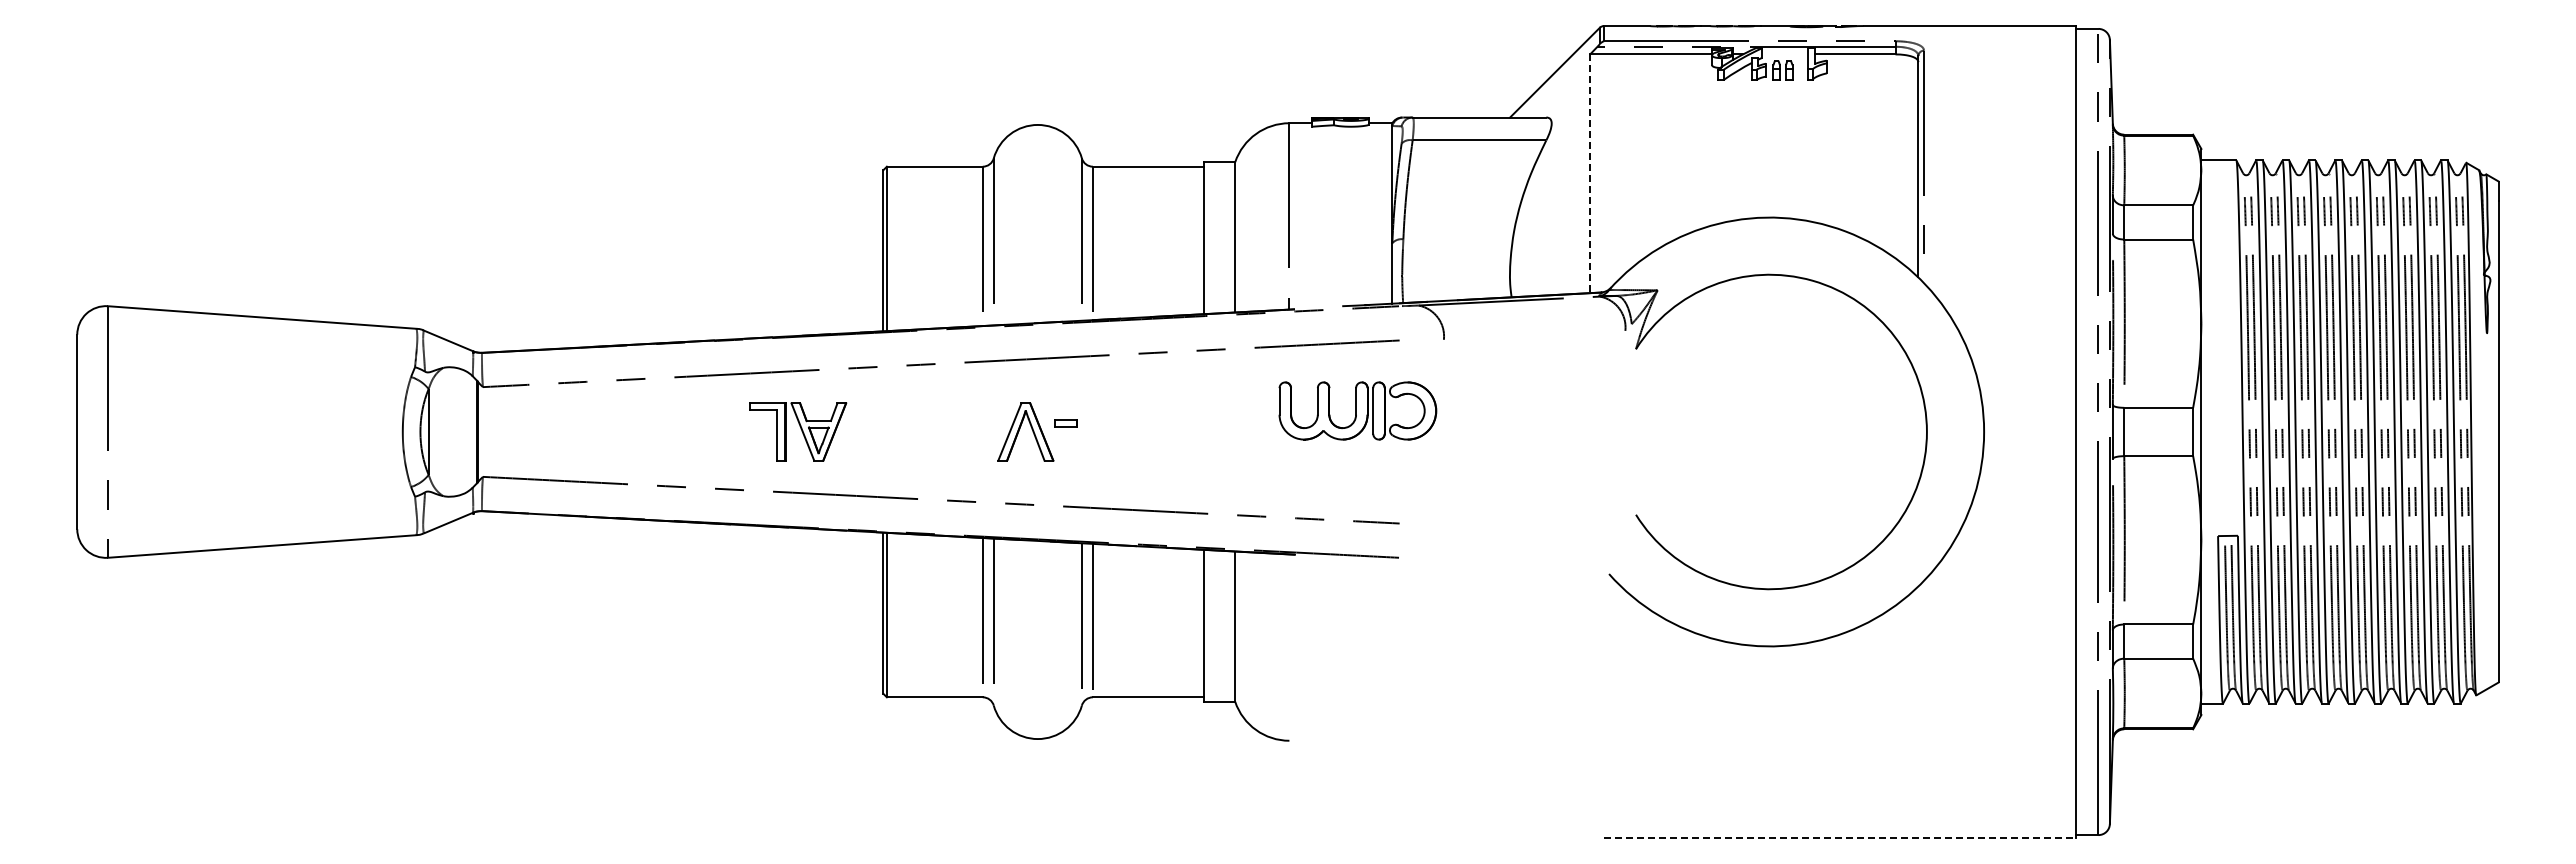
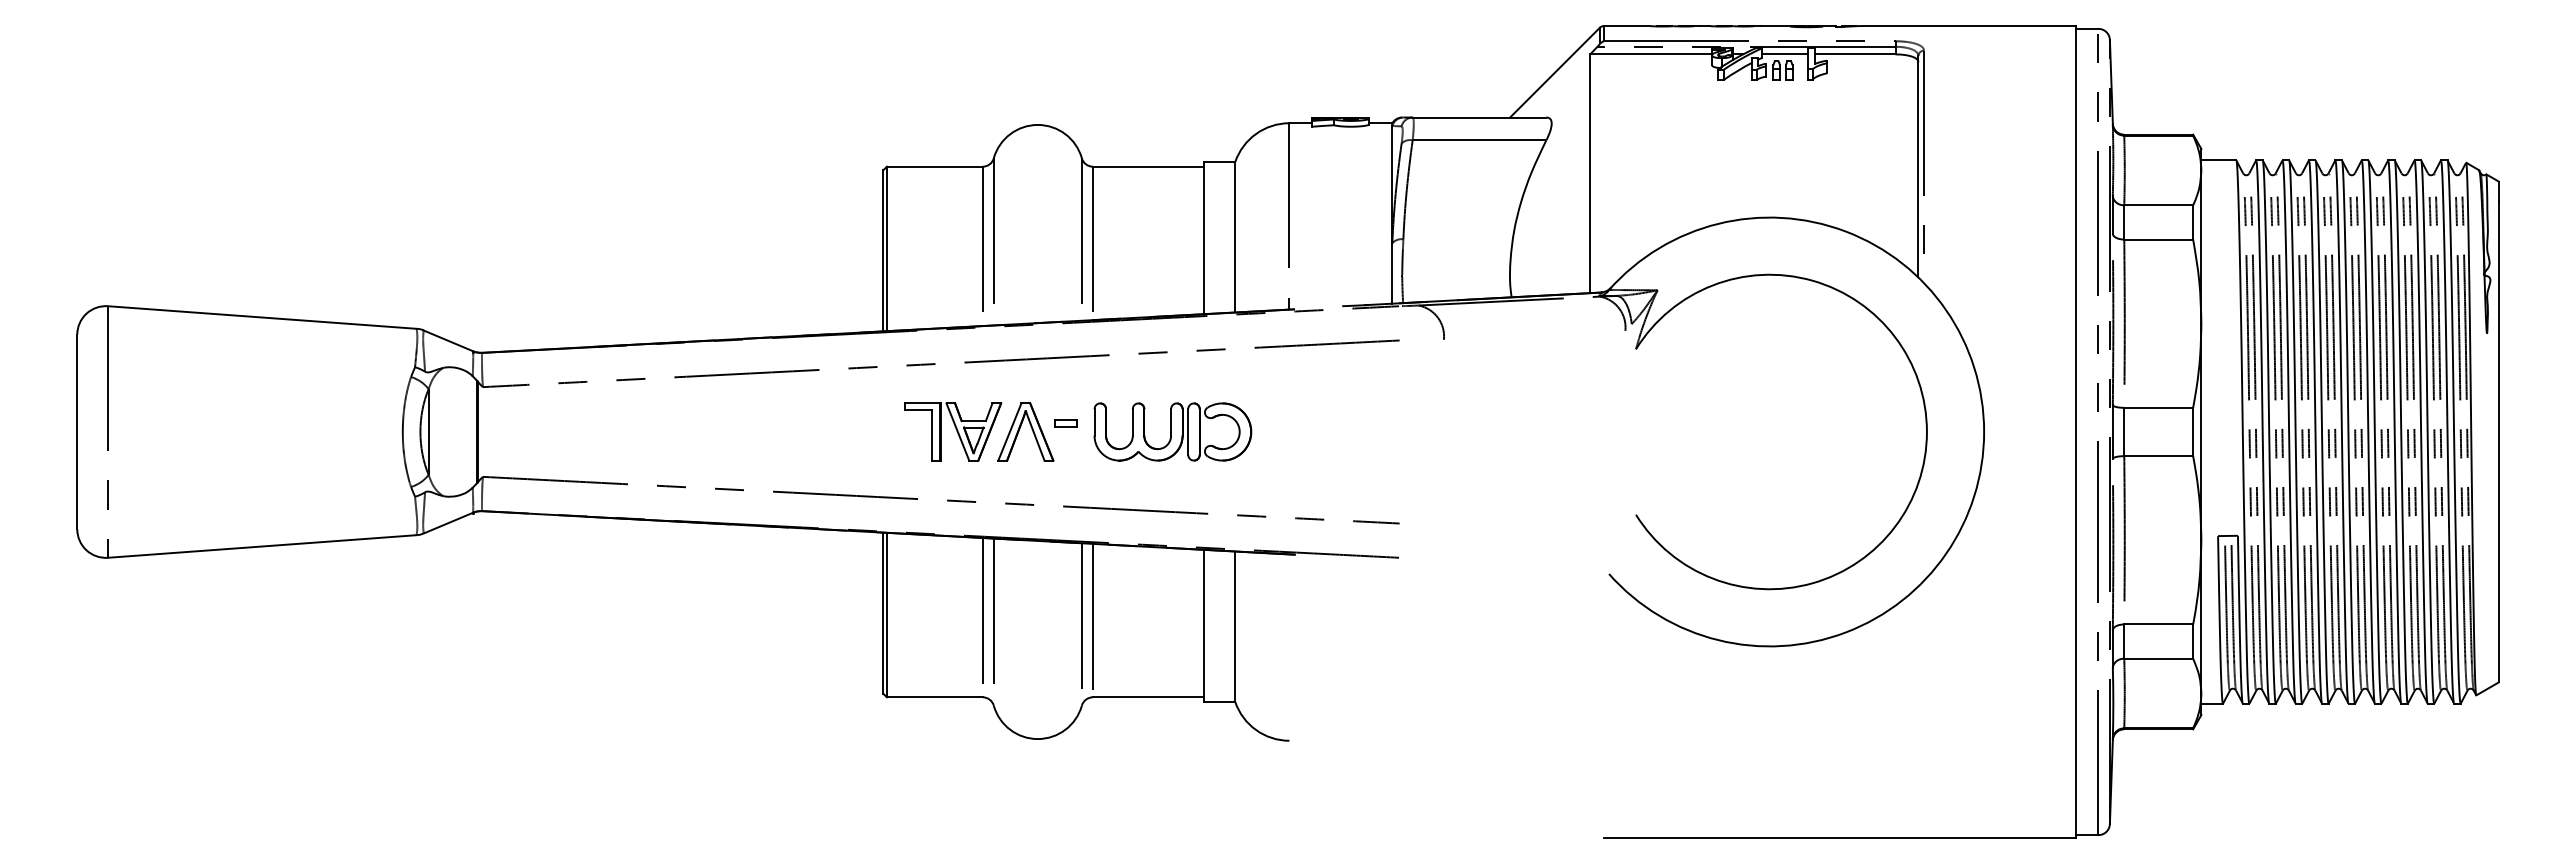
line at (1785, 54): none -> present
line at (1590, 174): dashed -> solid
part at (1357, 410) position: (1357, 410) -> (1172, 431)
part at (798, 431) position: (798, 431) -> (953, 431)
line at (1839, 837): dashed -> solid
